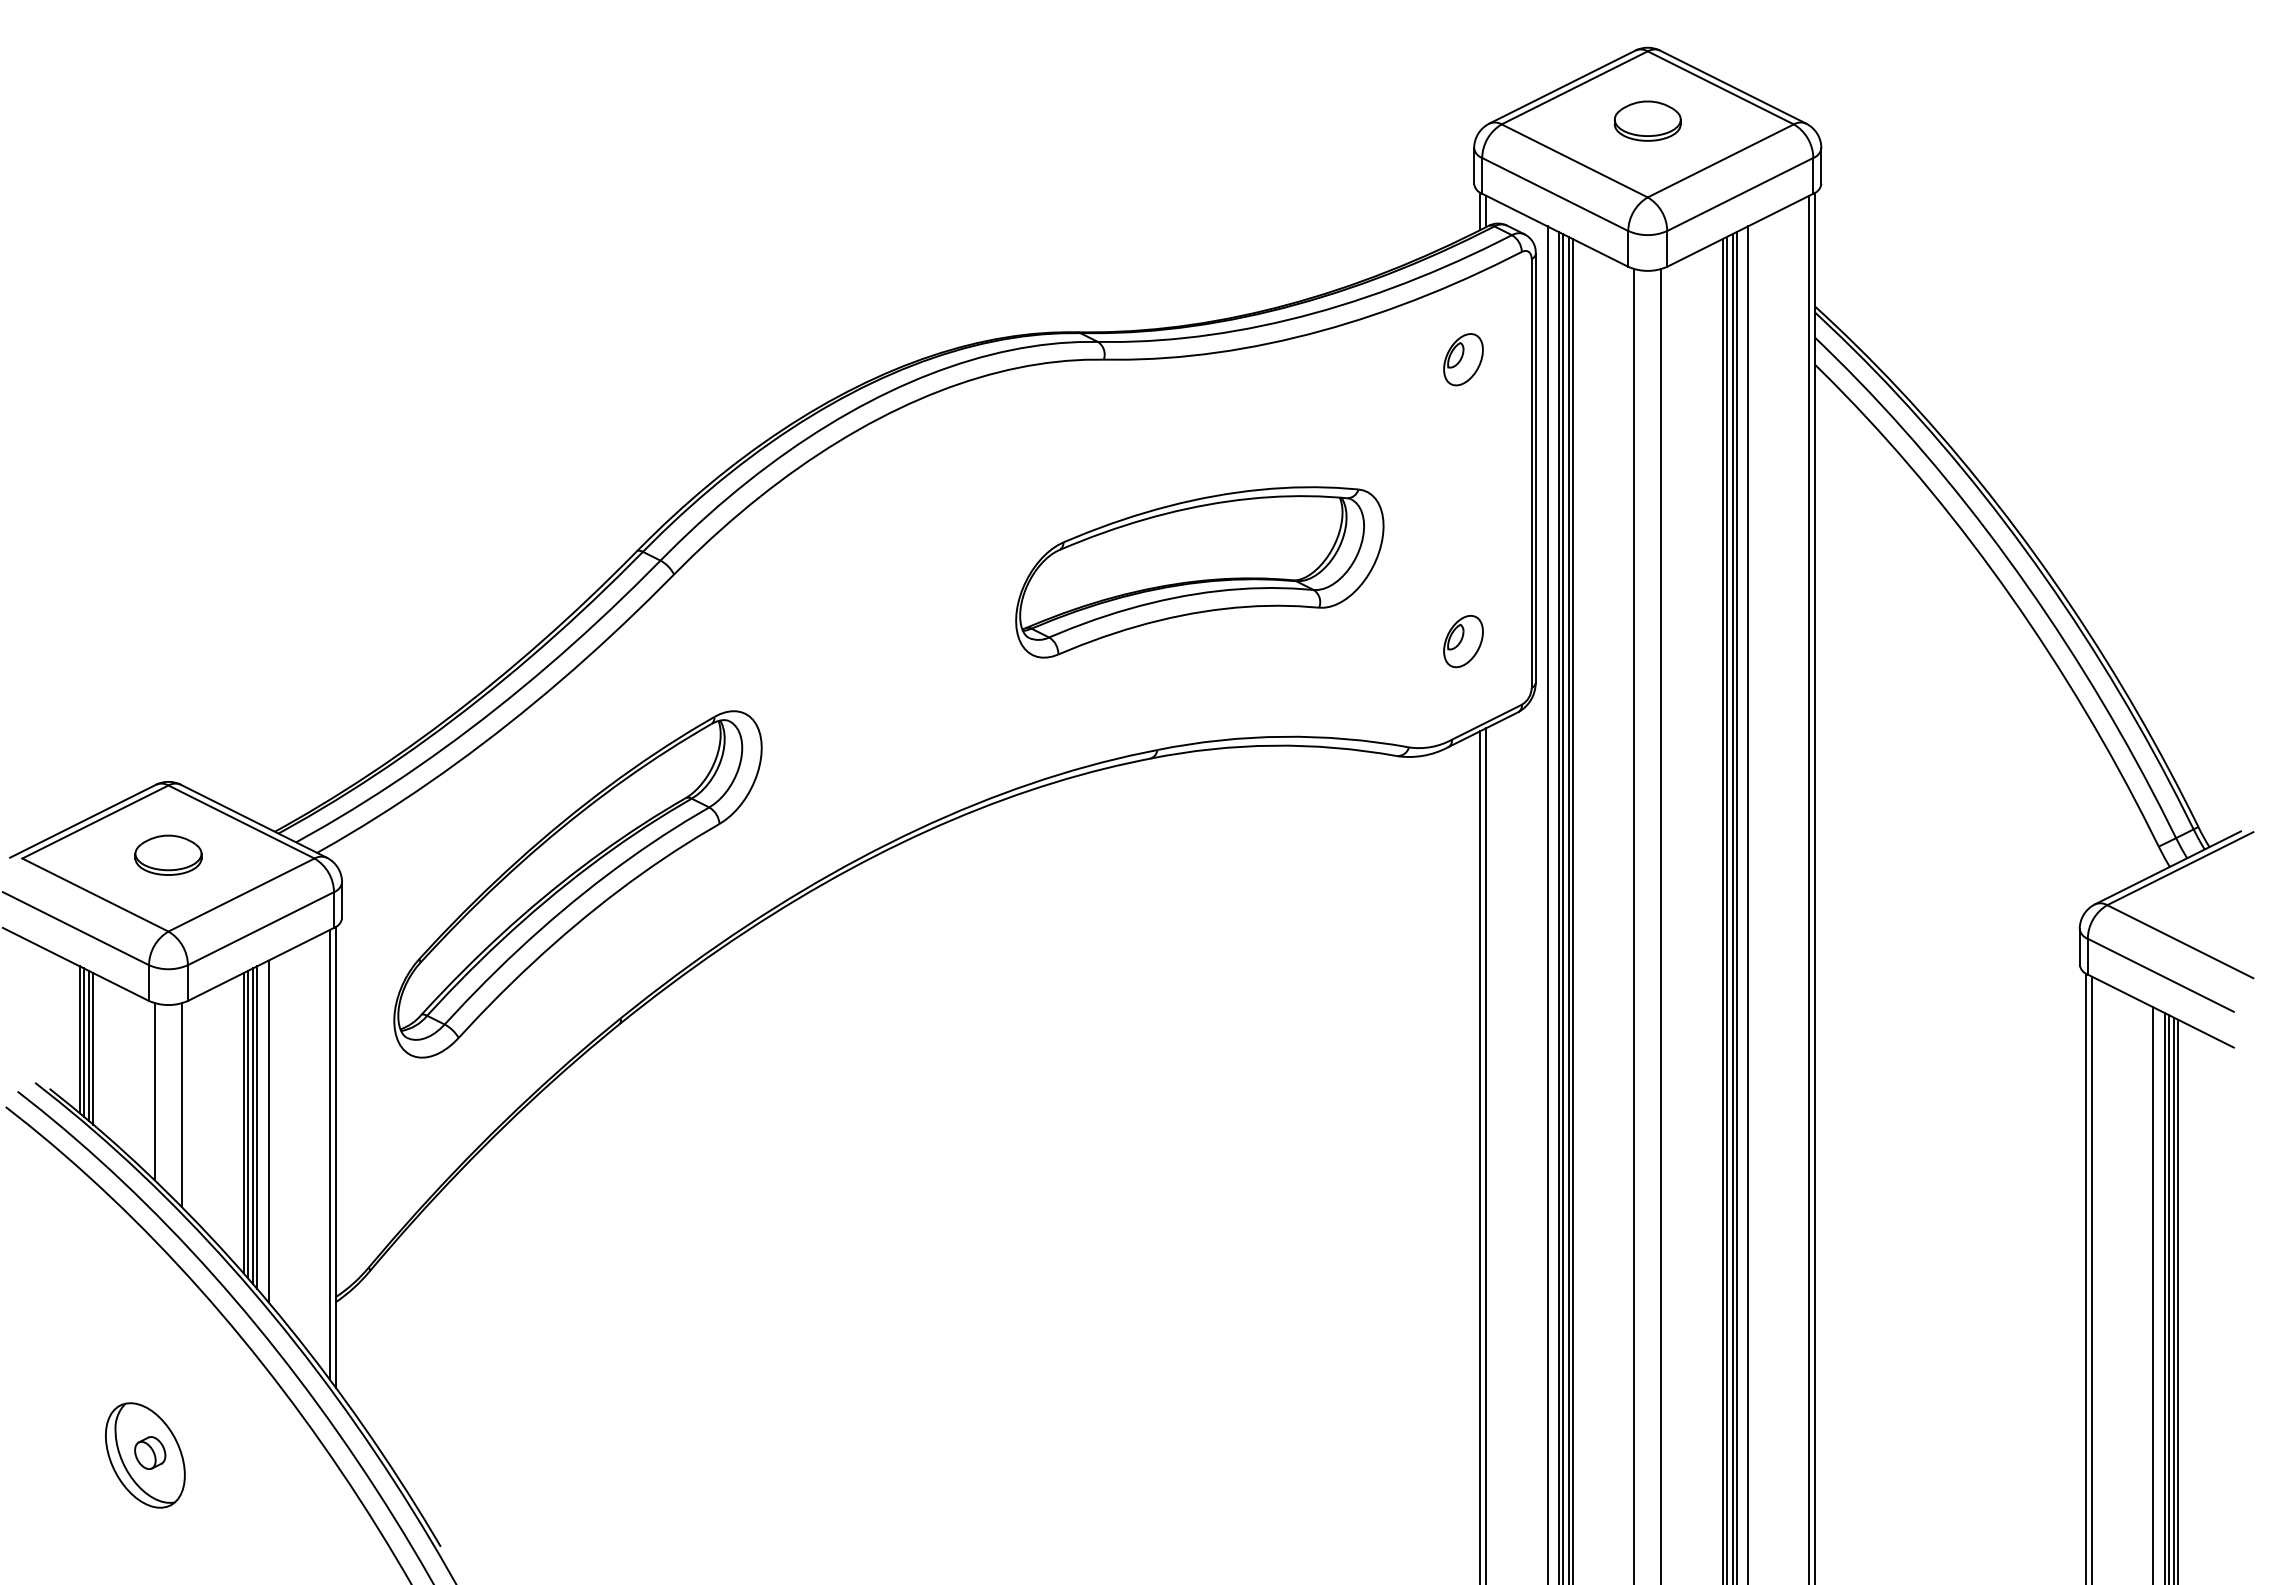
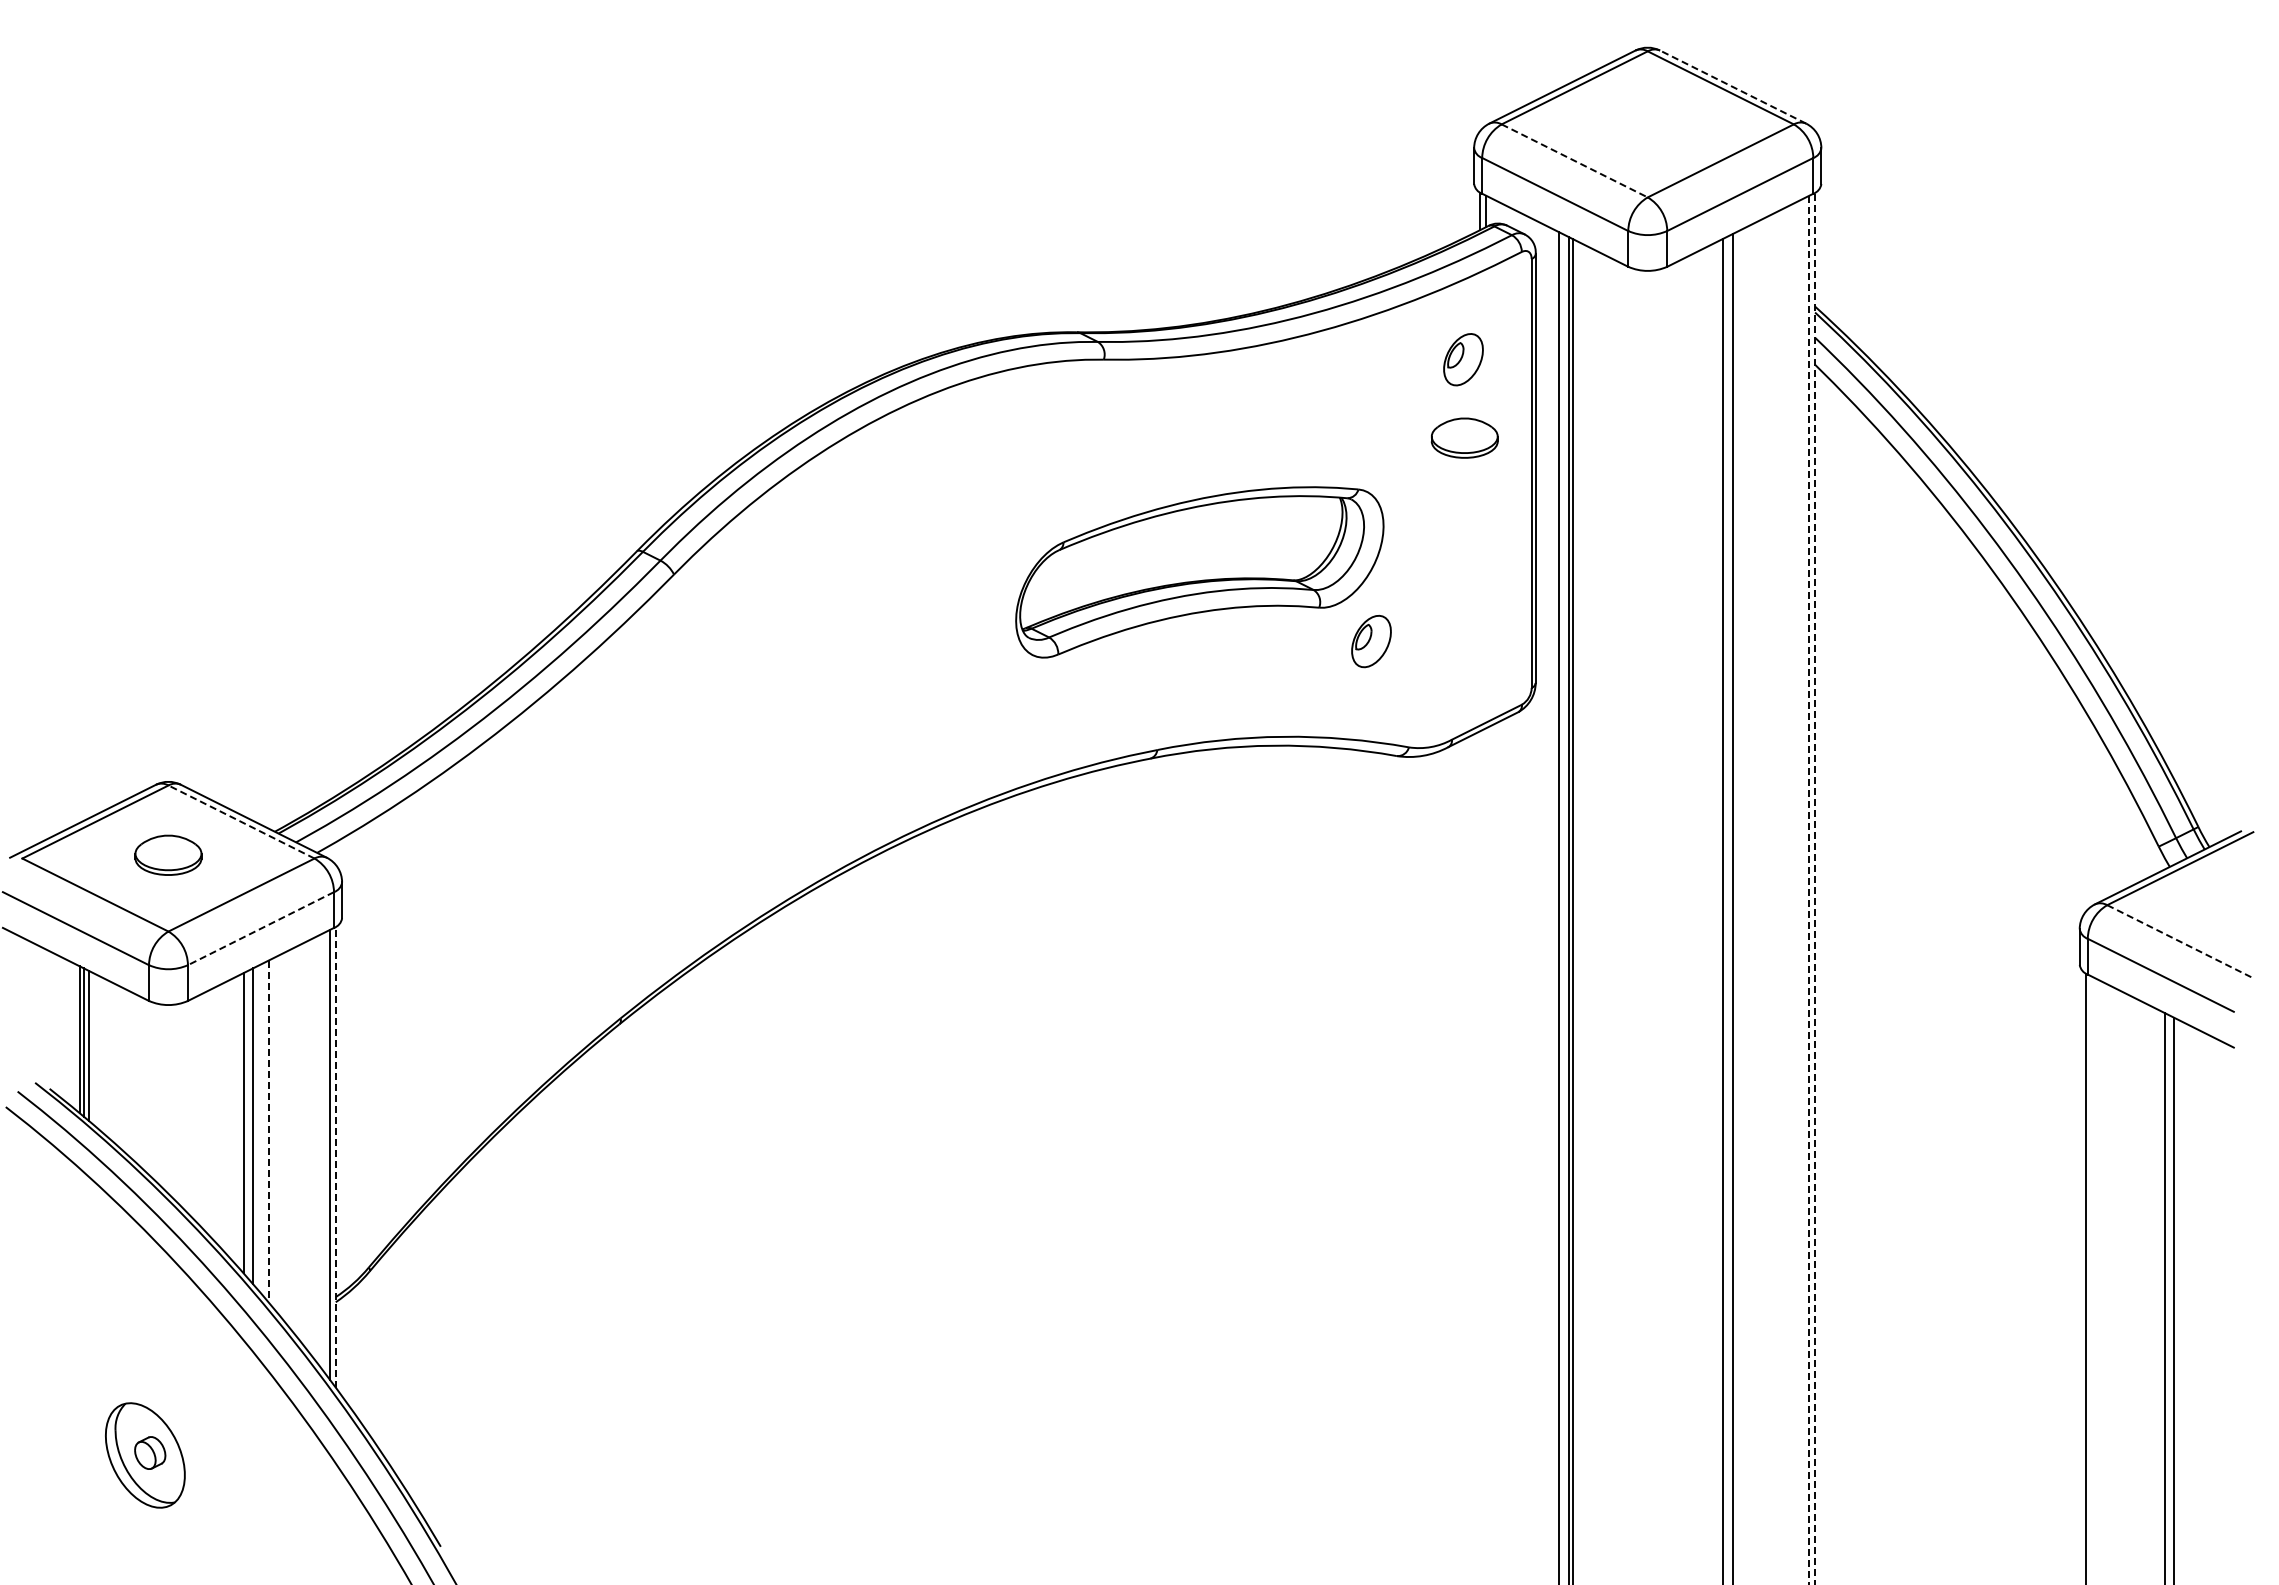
line at (1733, 87): solid -> dashed
part at (1647, 120) position: (1647, 120) -> (1464, 437)
line at (1574, 160): solid -> dashed
part at (1463, 641) position: (1463, 641) -> (1371, 641)
line at (241, 822): solid -> dashed
part at (577, 884): present -> none
line at (1815, 888): solid -> dashed
line at (1809, 890): solid -> dashed
line at (1547, 903): present -> none
line at (1747, 903): present -> none
line at (1736, 906): present -> none
line at (1563, 907): present -> none
line at (1726, 908): present -> none
line at (1634, 925): present -> none
line at (1661, 925): present -> none
line at (261, 928): solid -> dashed
line at (2180, 941): solid -> dashed
line at (93, 1048): present -> none
line at (154, 1091): present -> none
line at (182, 1105): present -> none
line at (247, 1124): present -> none
line at (257, 1127): present -> none
line at (268, 1131): solid -> dashed
line at (1486, 1154): present -> none
line at (335, 1156): solid -> dashed
line at (1480, 1156): present -> none
line at (2091, 1278): present -> none
line at (2153, 1294): present -> none
line at (2168, 1297): present -> none
line at (2178, 1300): present -> none
